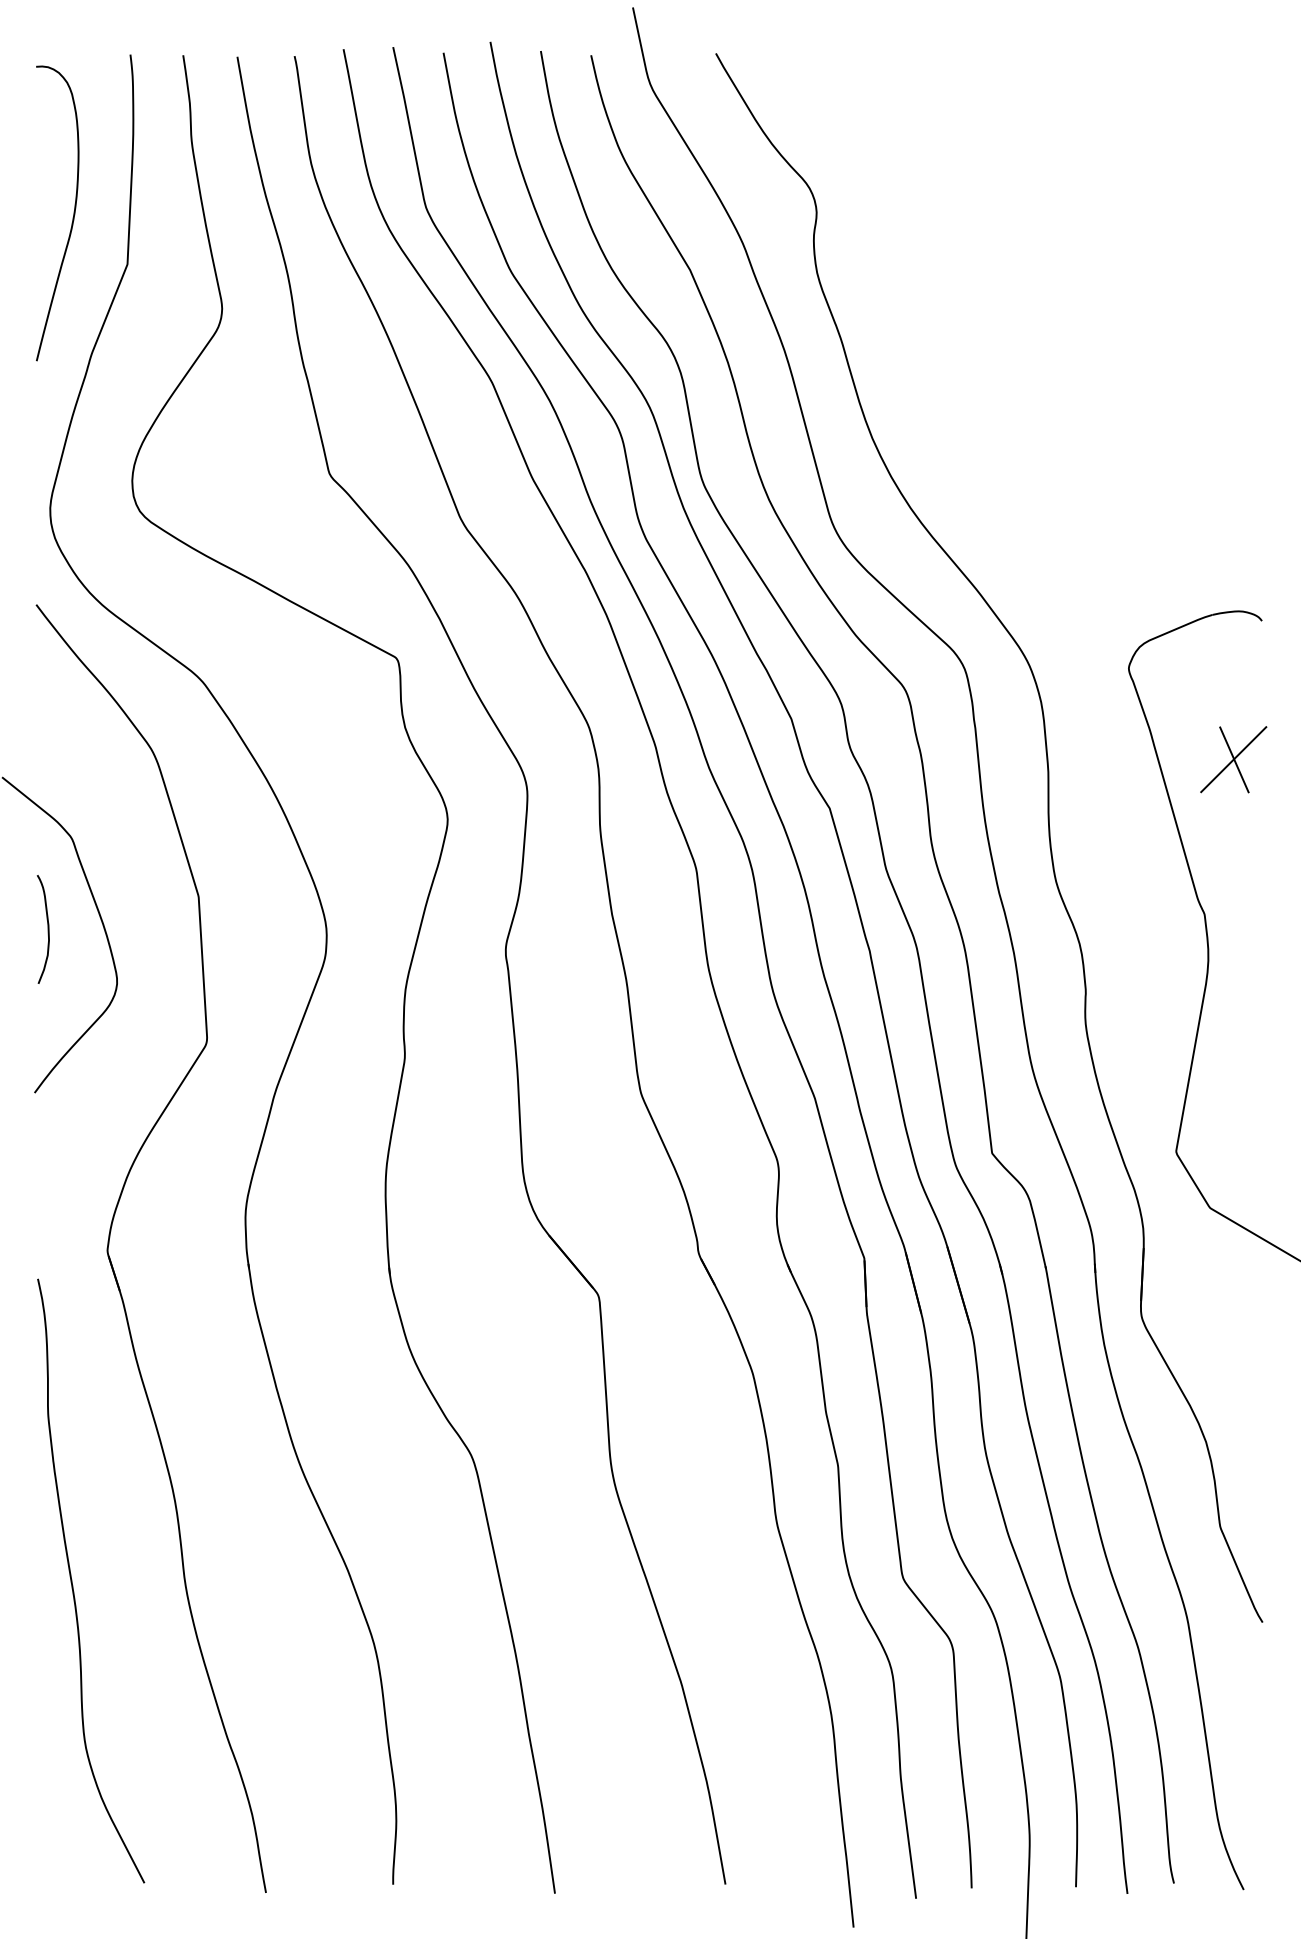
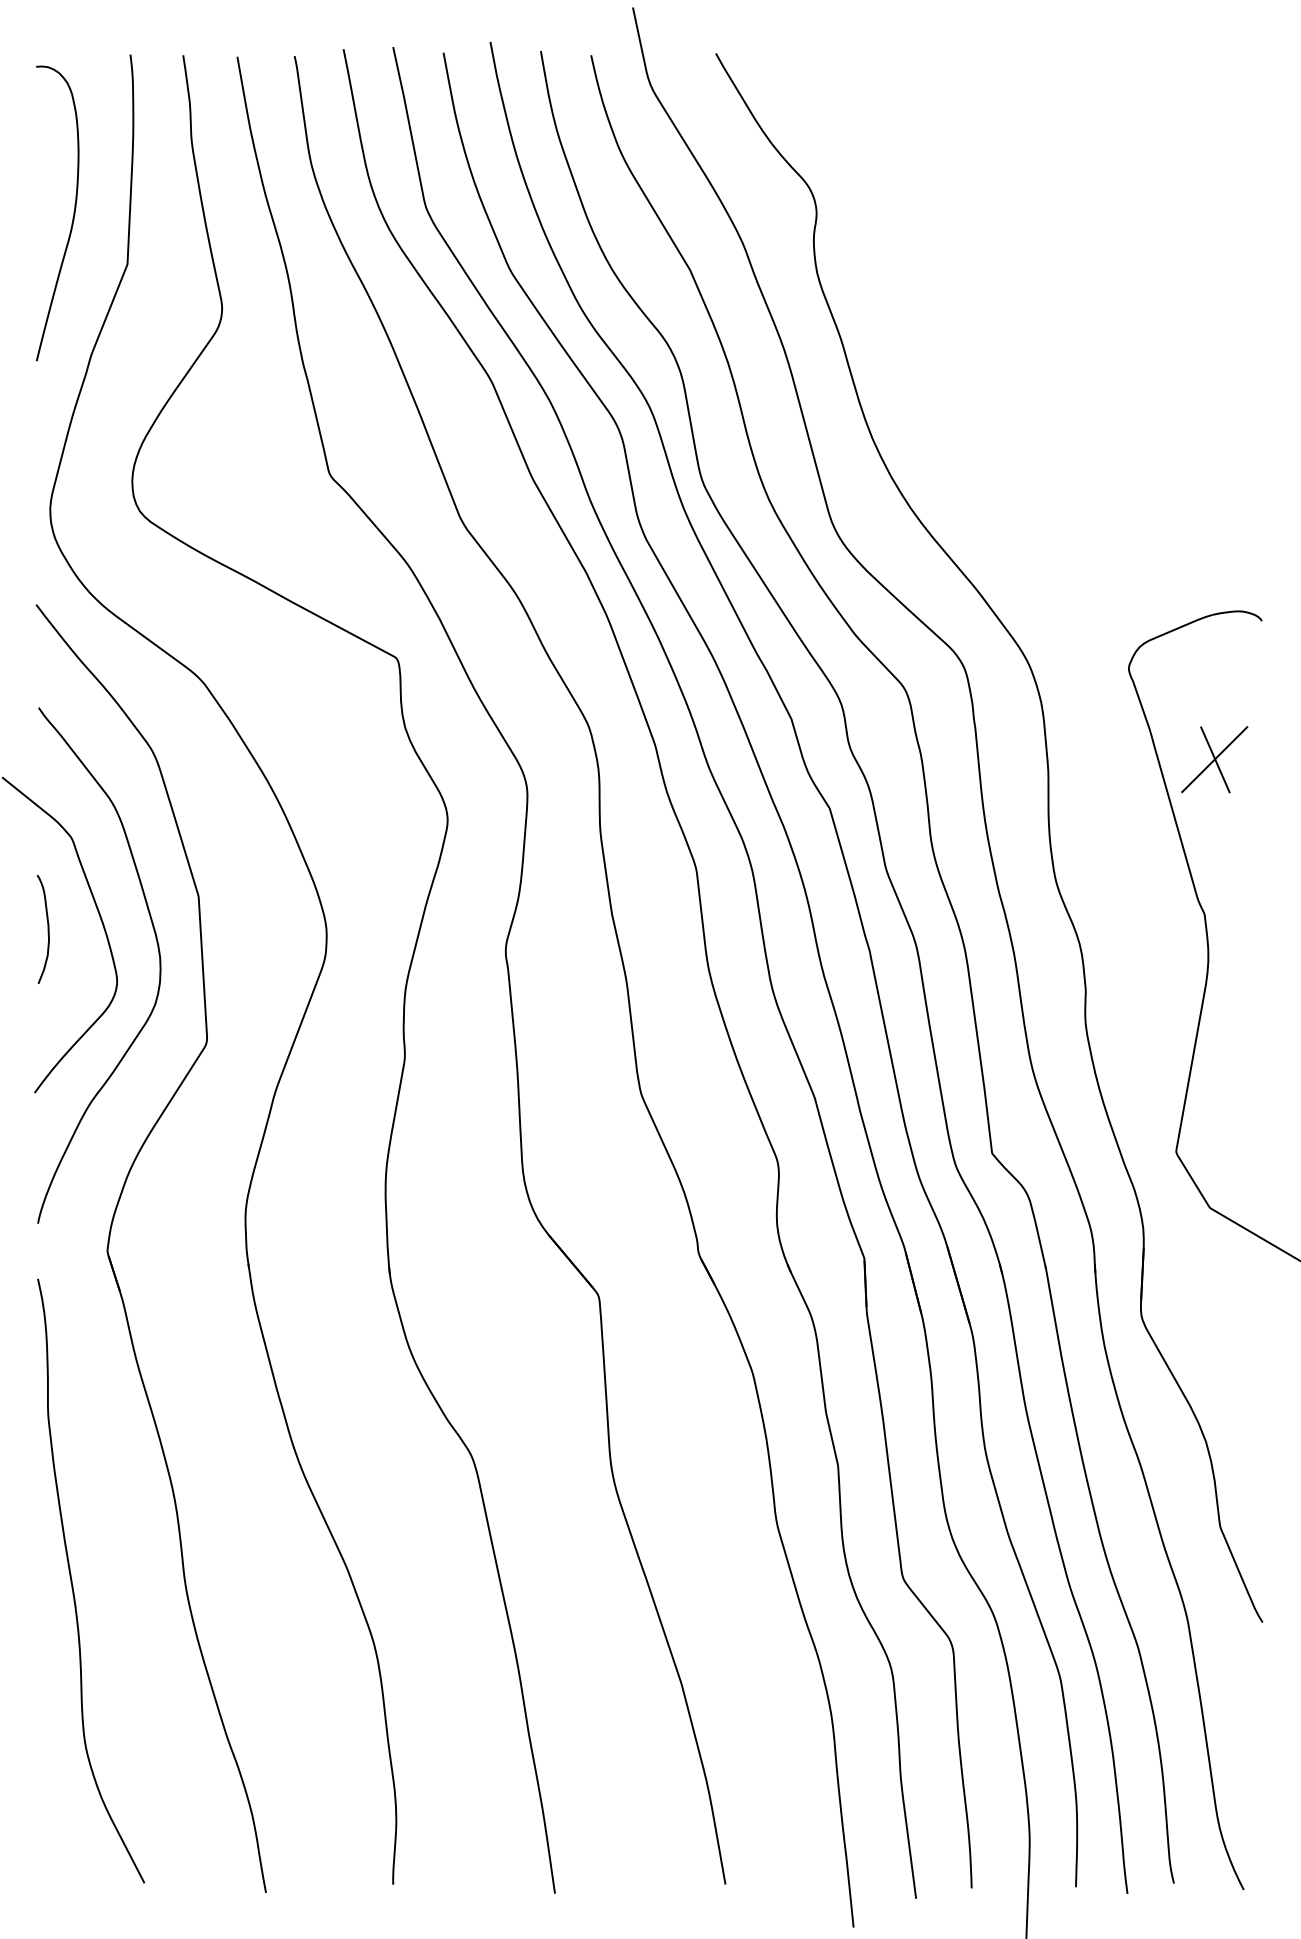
part at (1233, 759) position: (1233, 759) -> (1214, 759)
curve at (159, 965): none -> present
